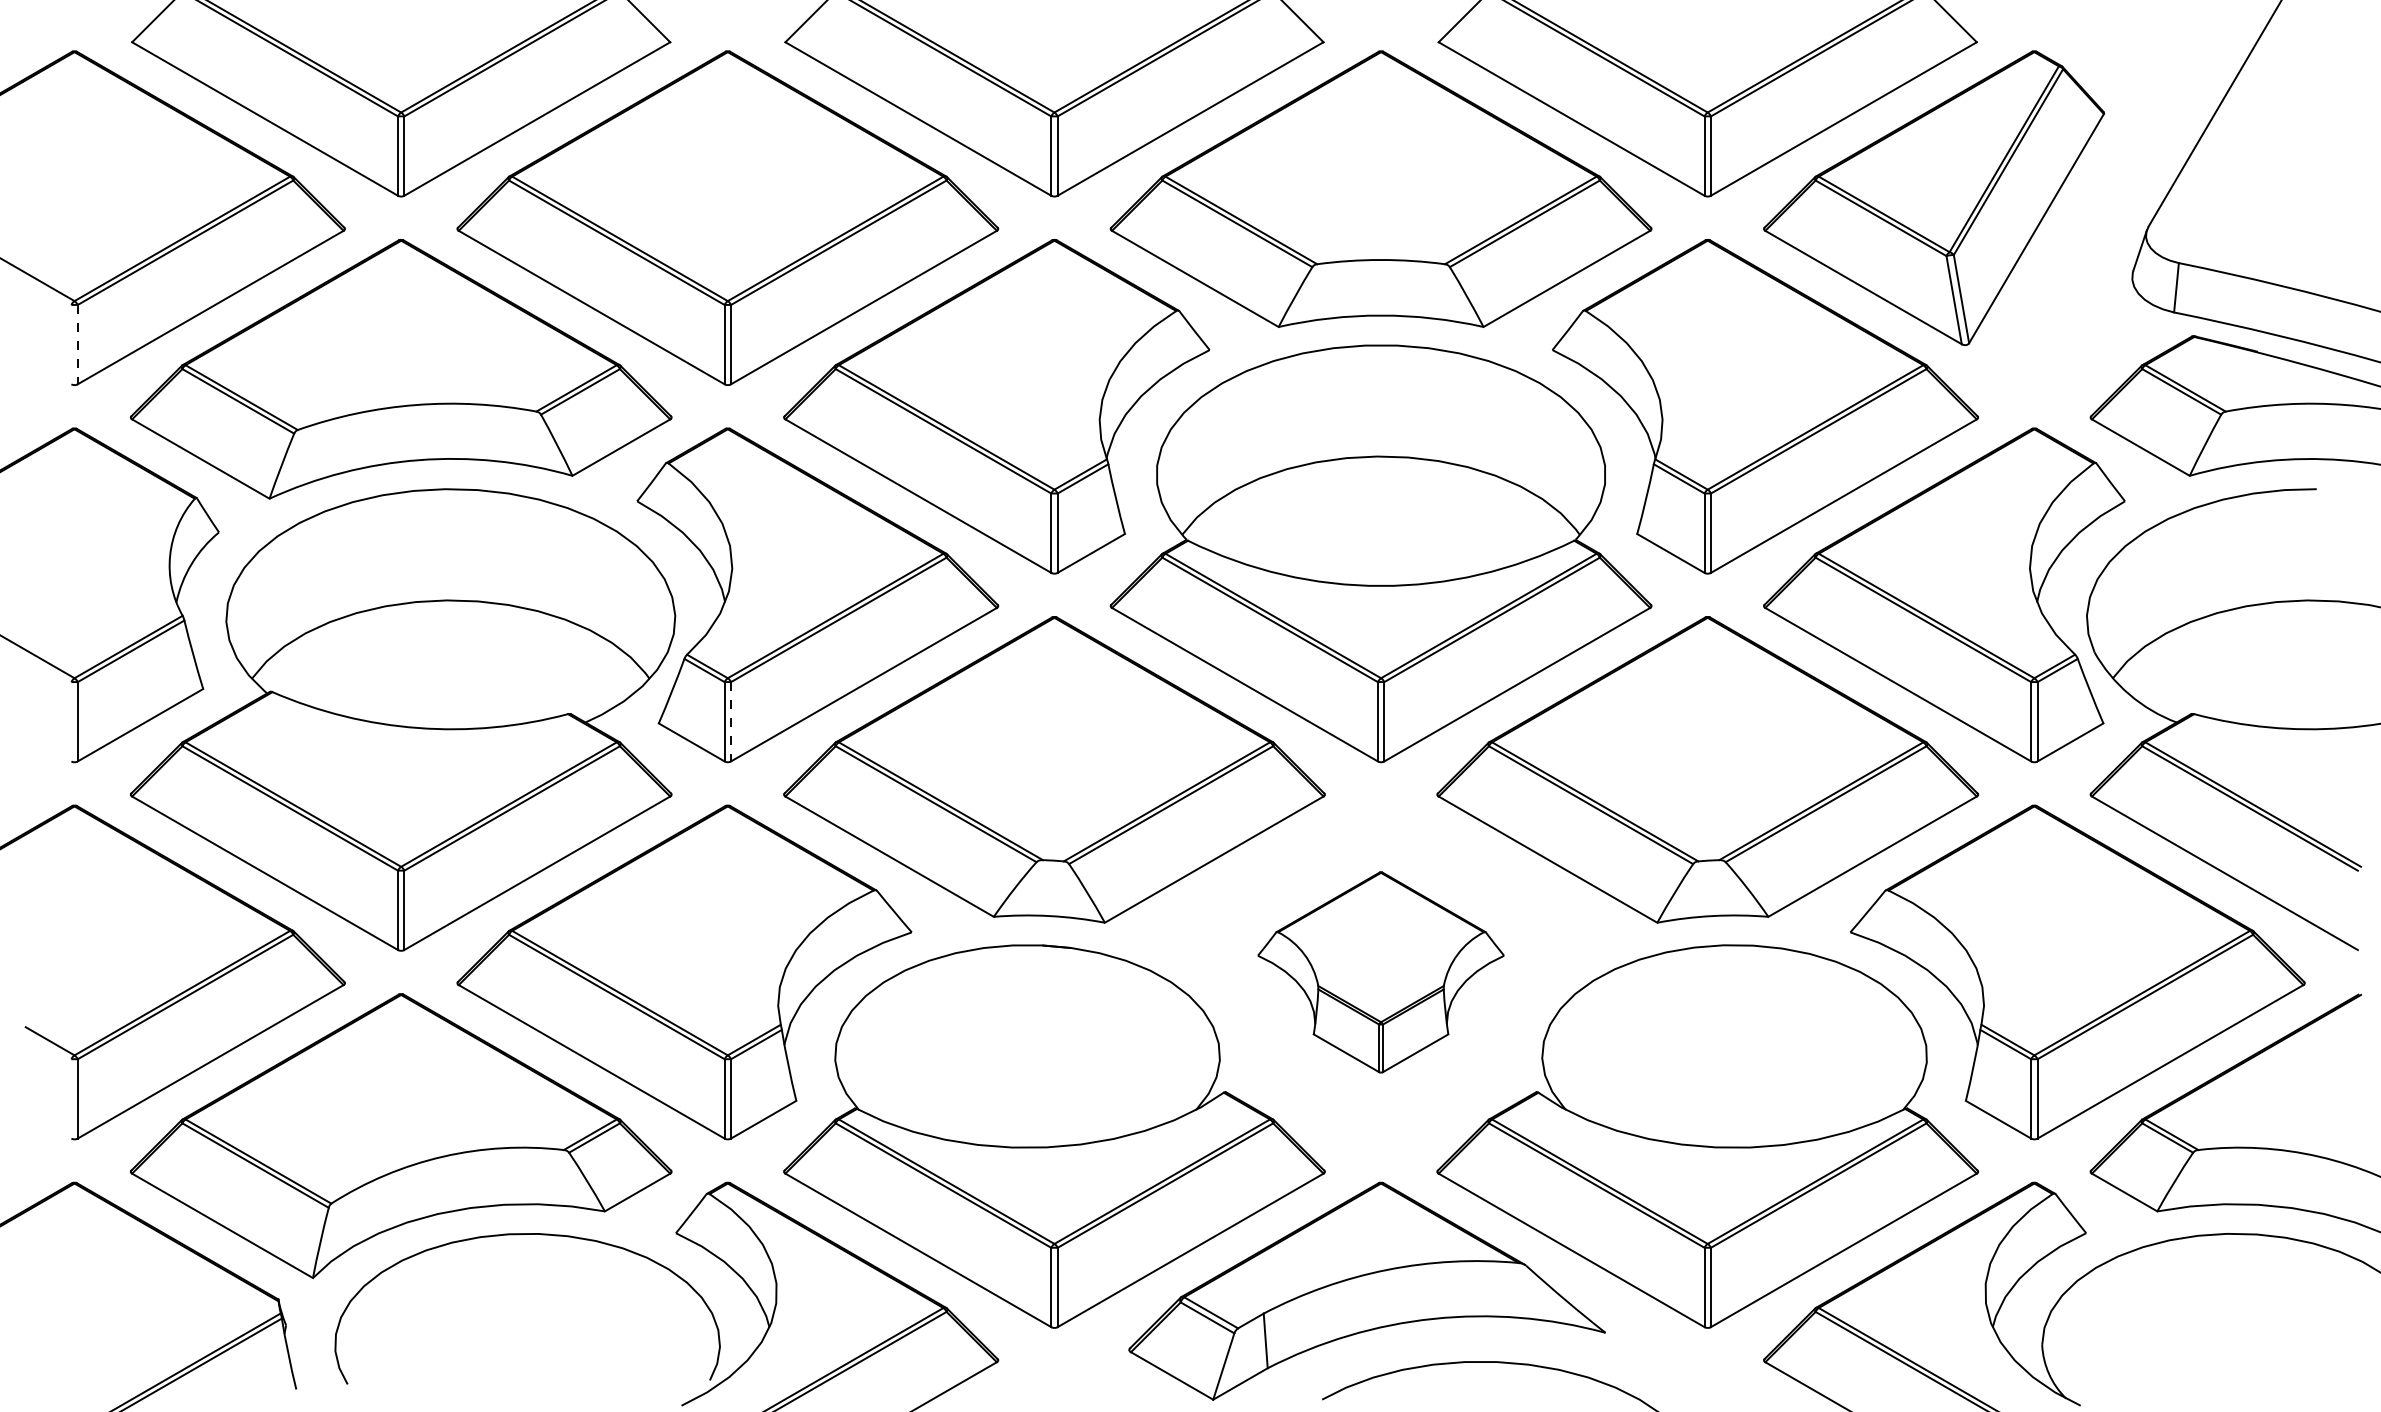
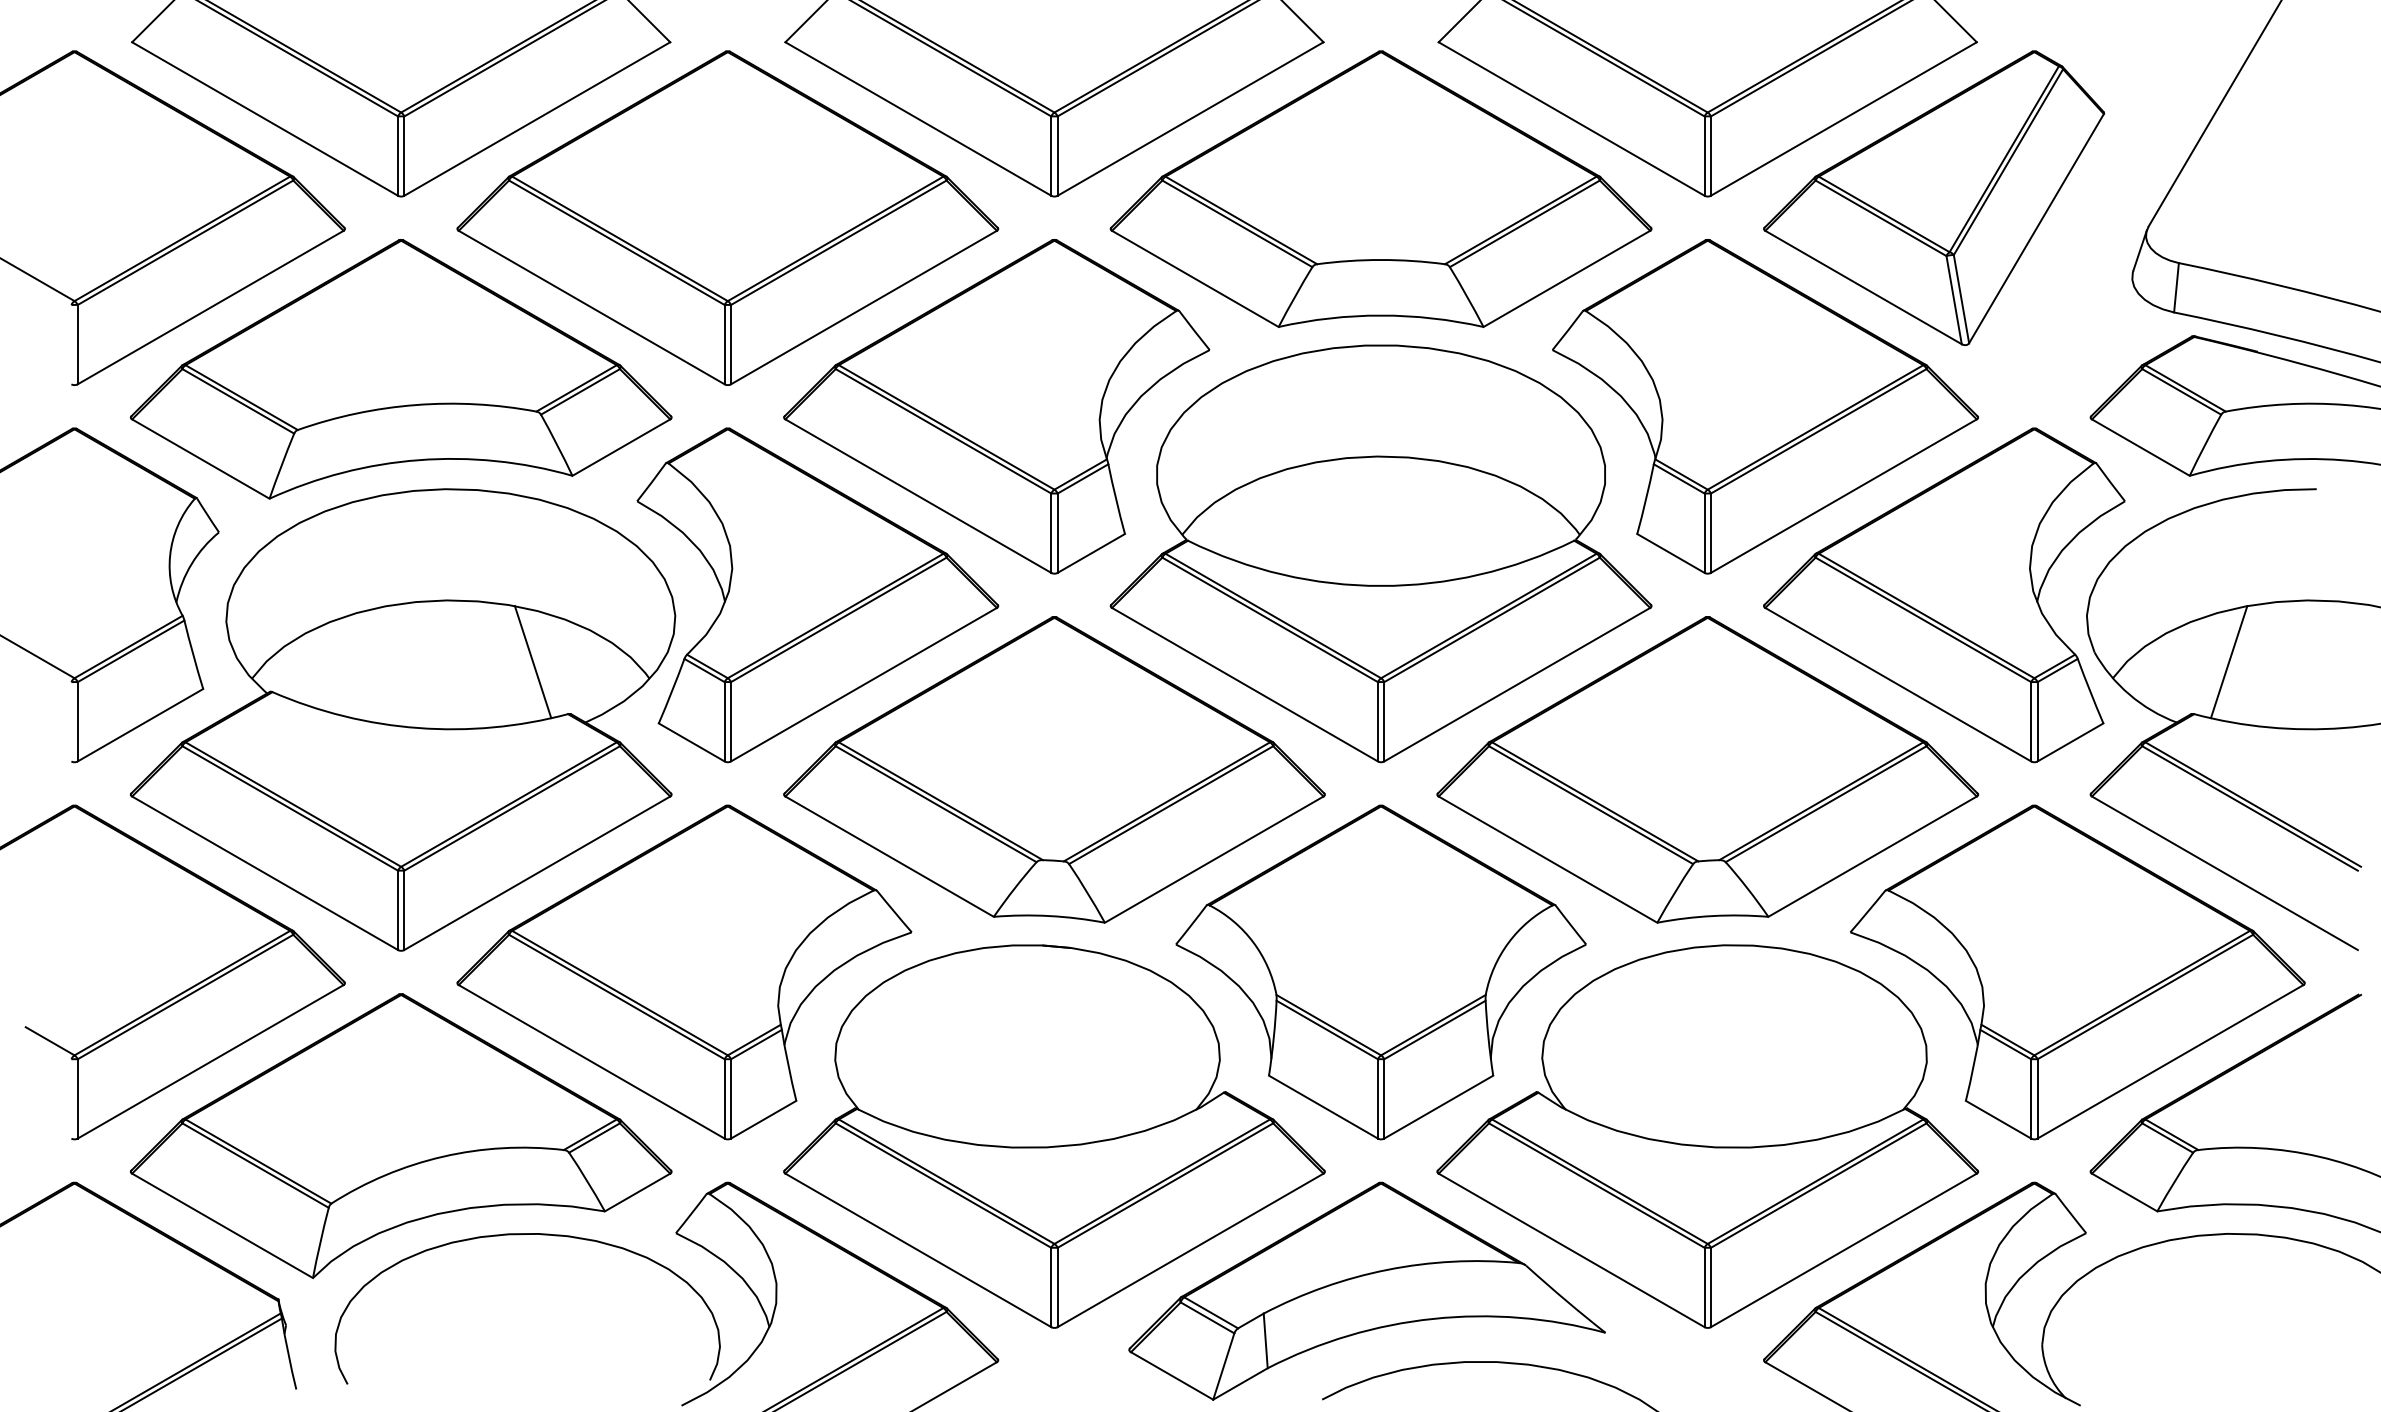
line at (77, 344): dashed -> solid
line at (532, 662): none -> present
line at (2228, 662): none -> present
line at (730, 721): dashed -> solid
part at (1380, 972) size: 248x203 px -> 412x337 px
